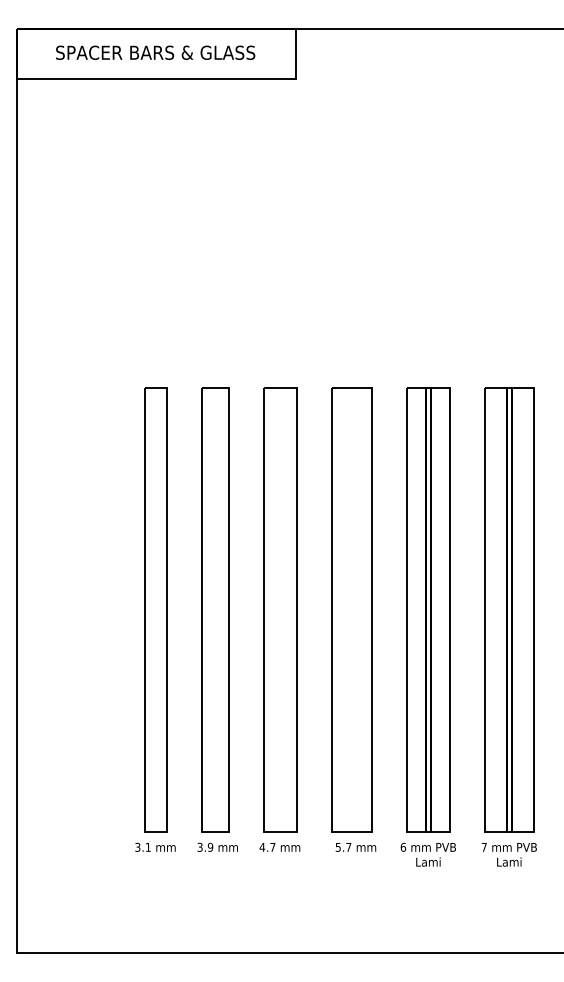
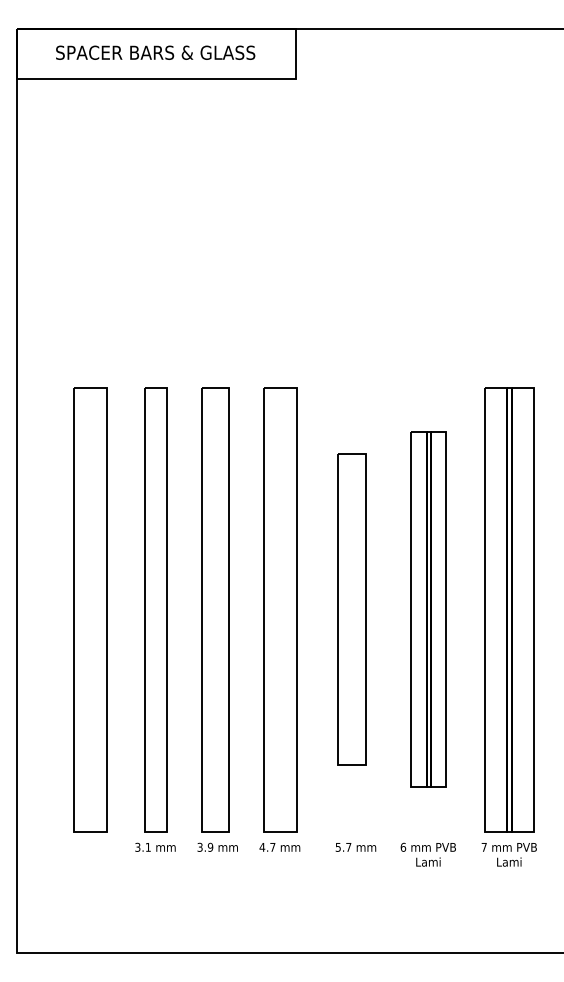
part at (90, 609): none -> present
part at (351, 609) size: 42x446 px -> 30x313 px
part at (428, 609) size: 45x446 px -> 37x357 px
